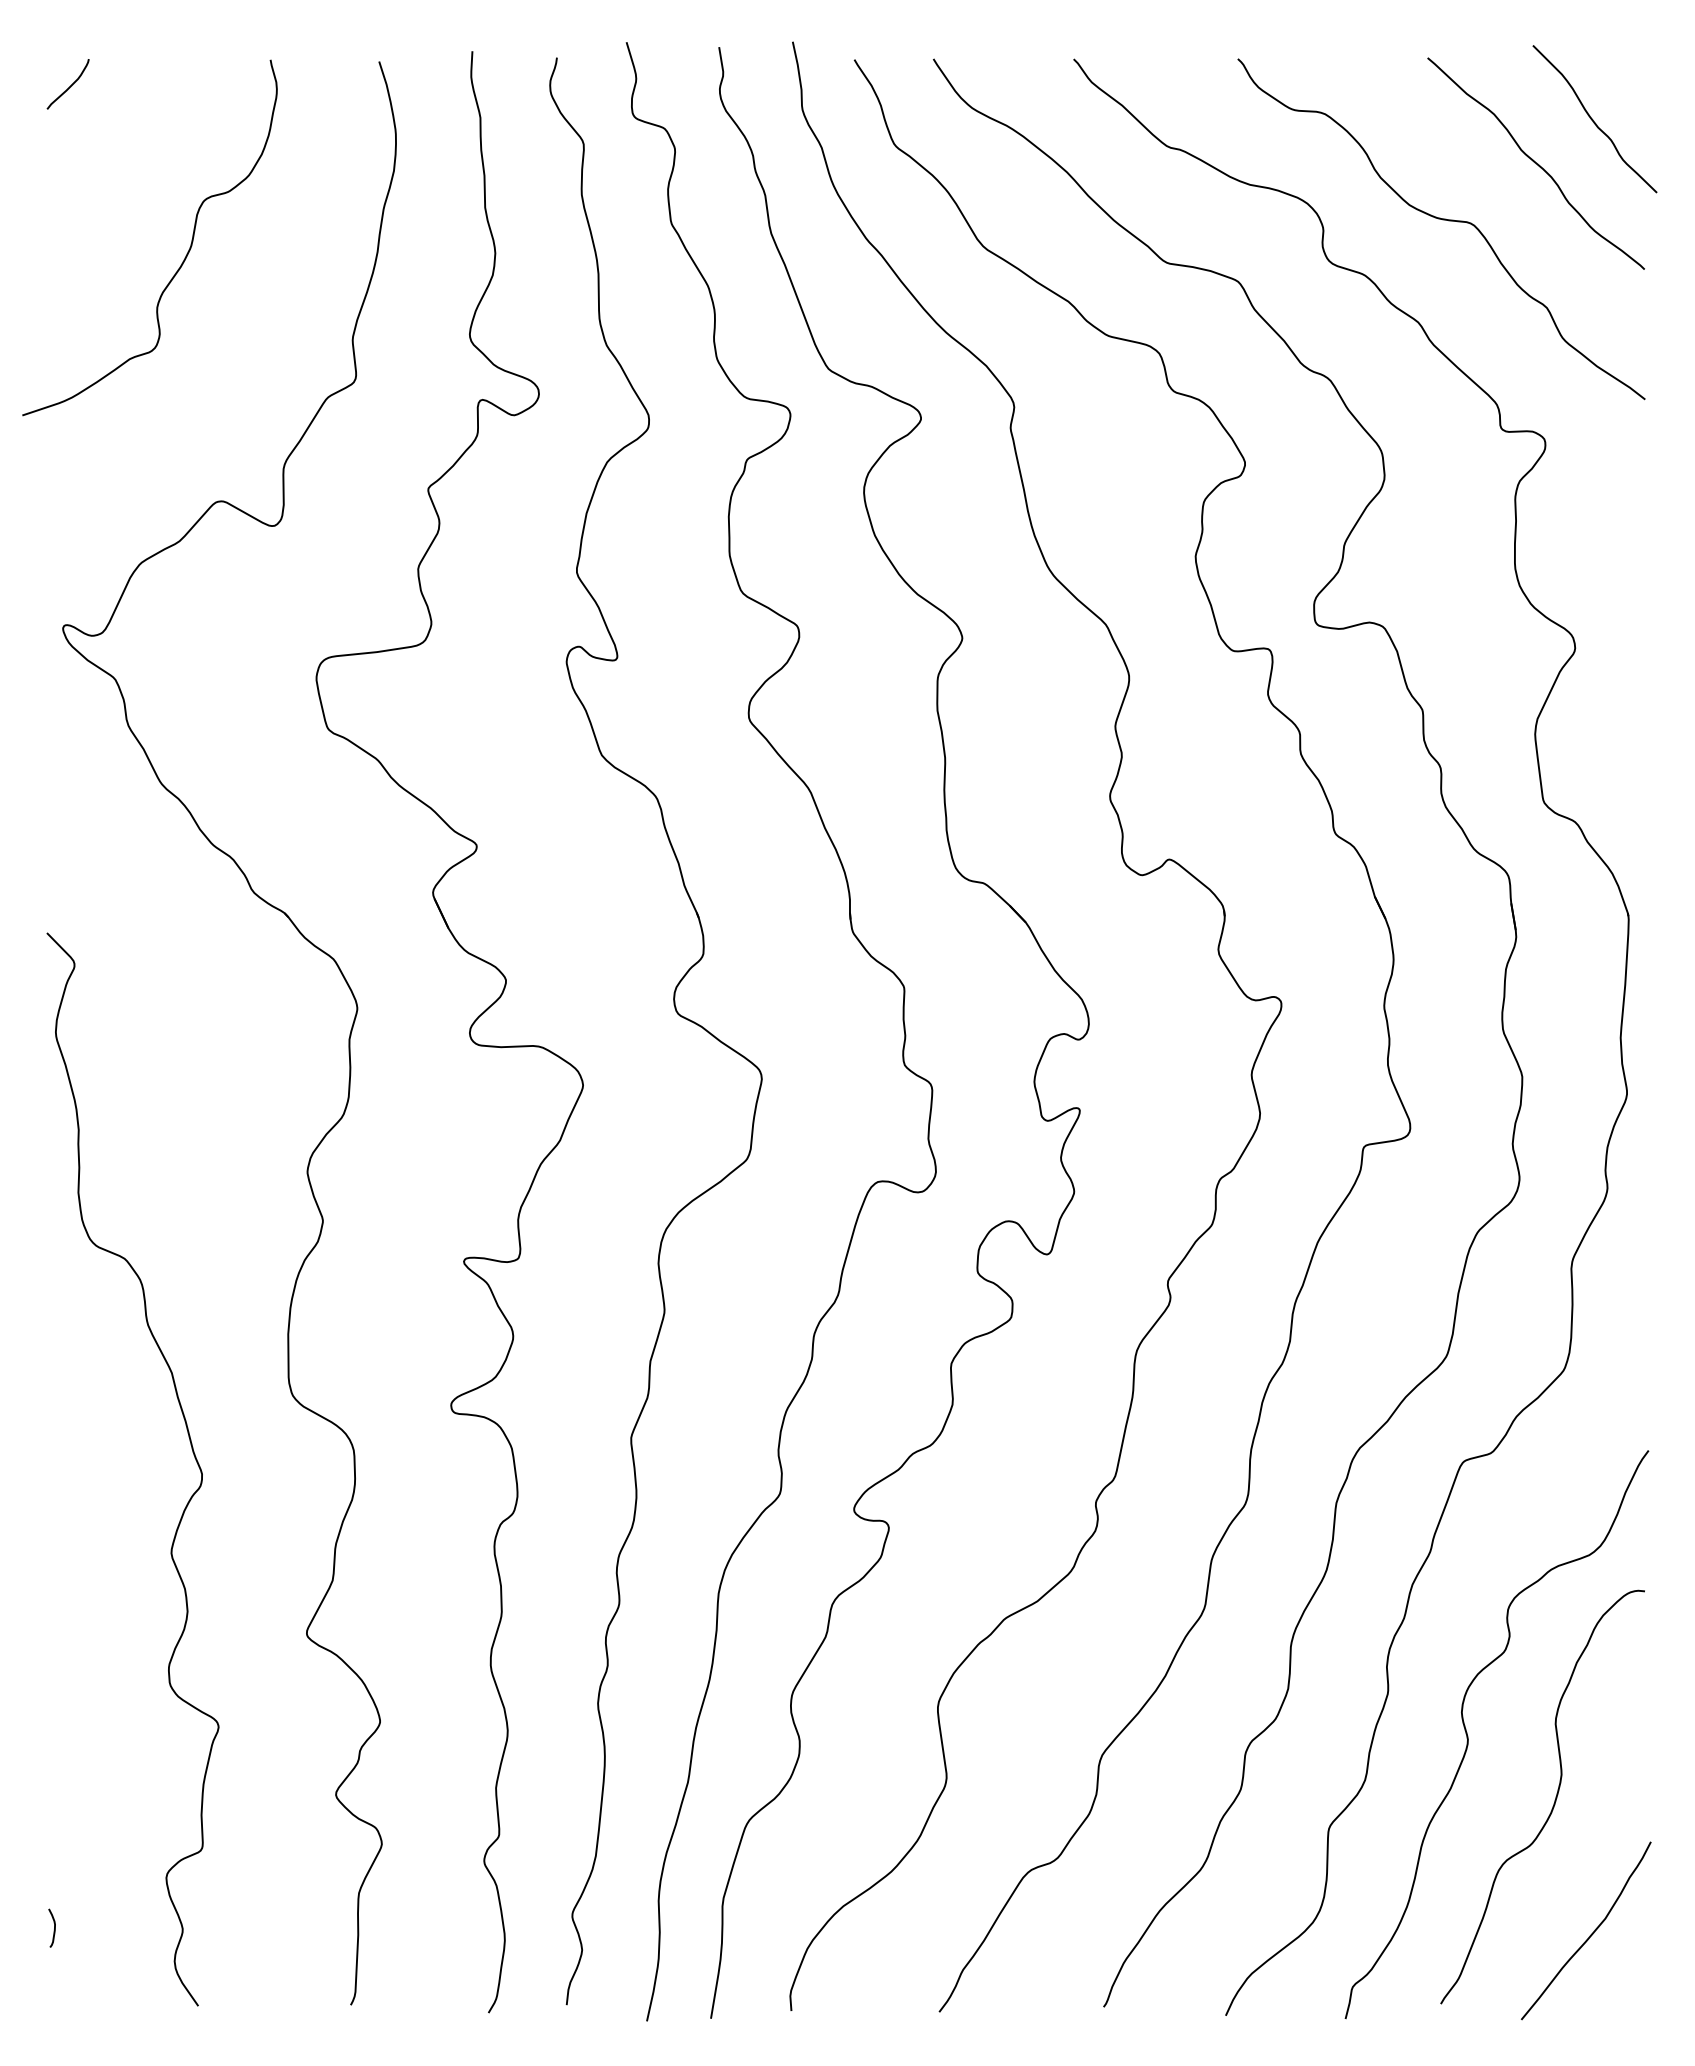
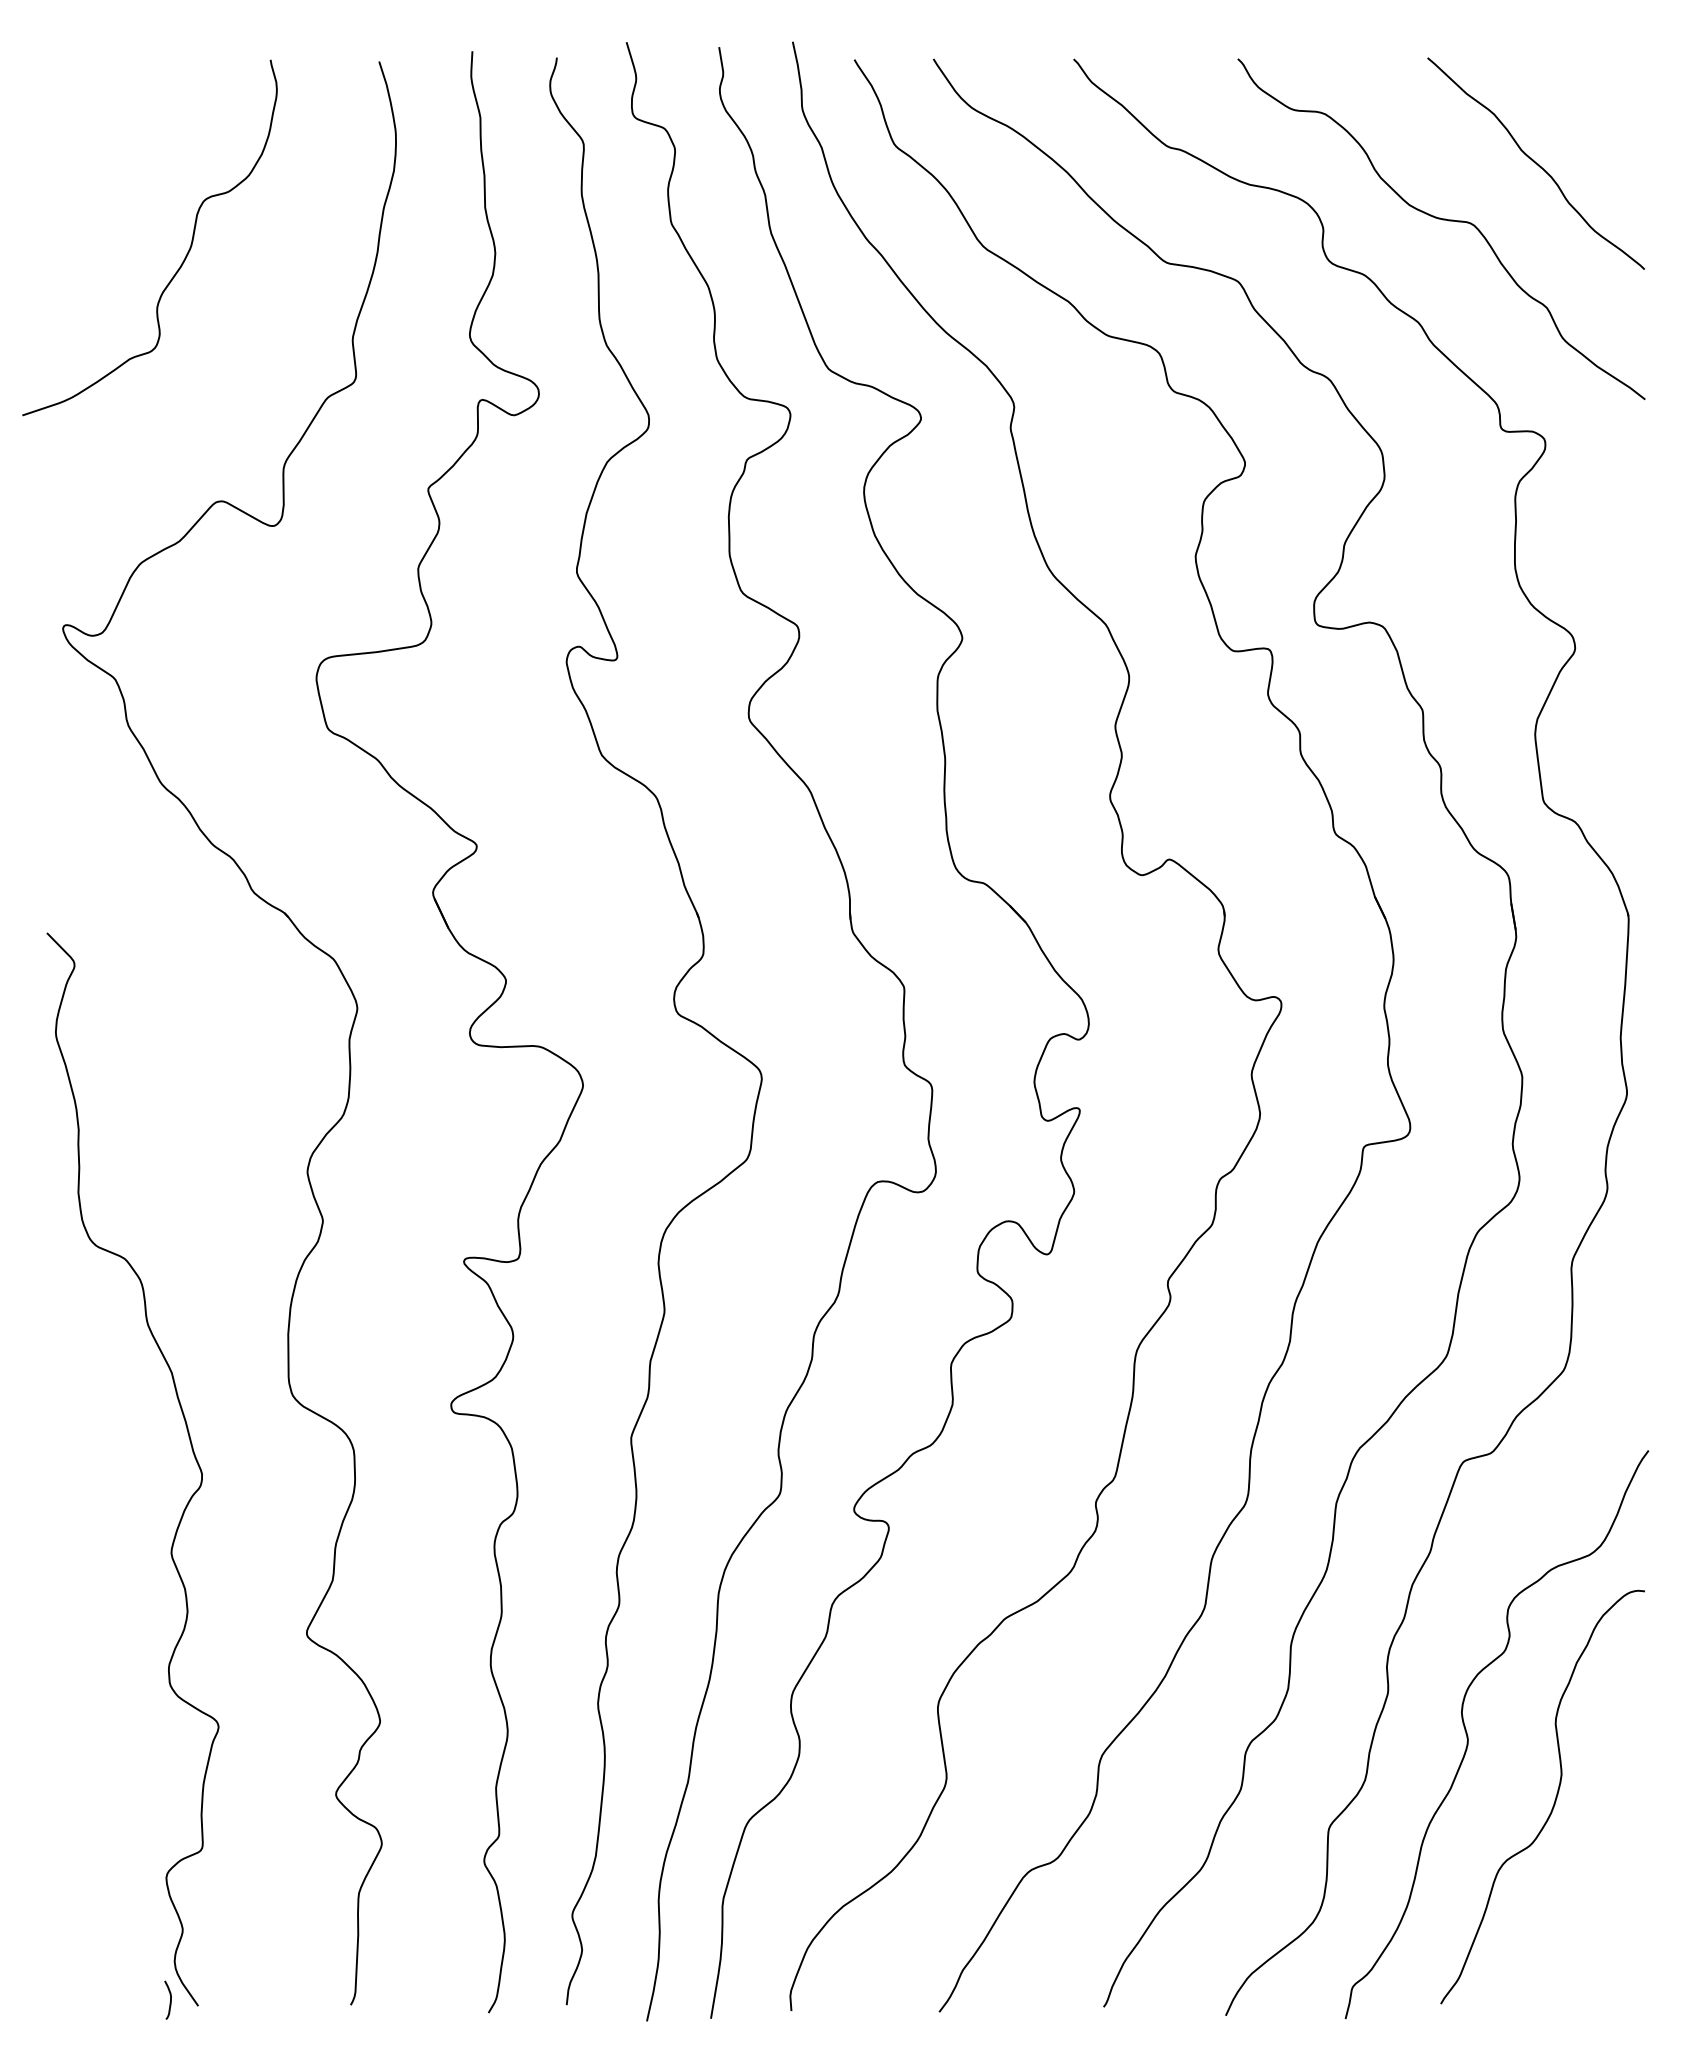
curve at (69, 86): present -> none
curve at (1593, 119): present -> none
curve at (54, 1927) position: (54, 1927) -> (170, 1999)
curve at (1590, 1934): present -> none
